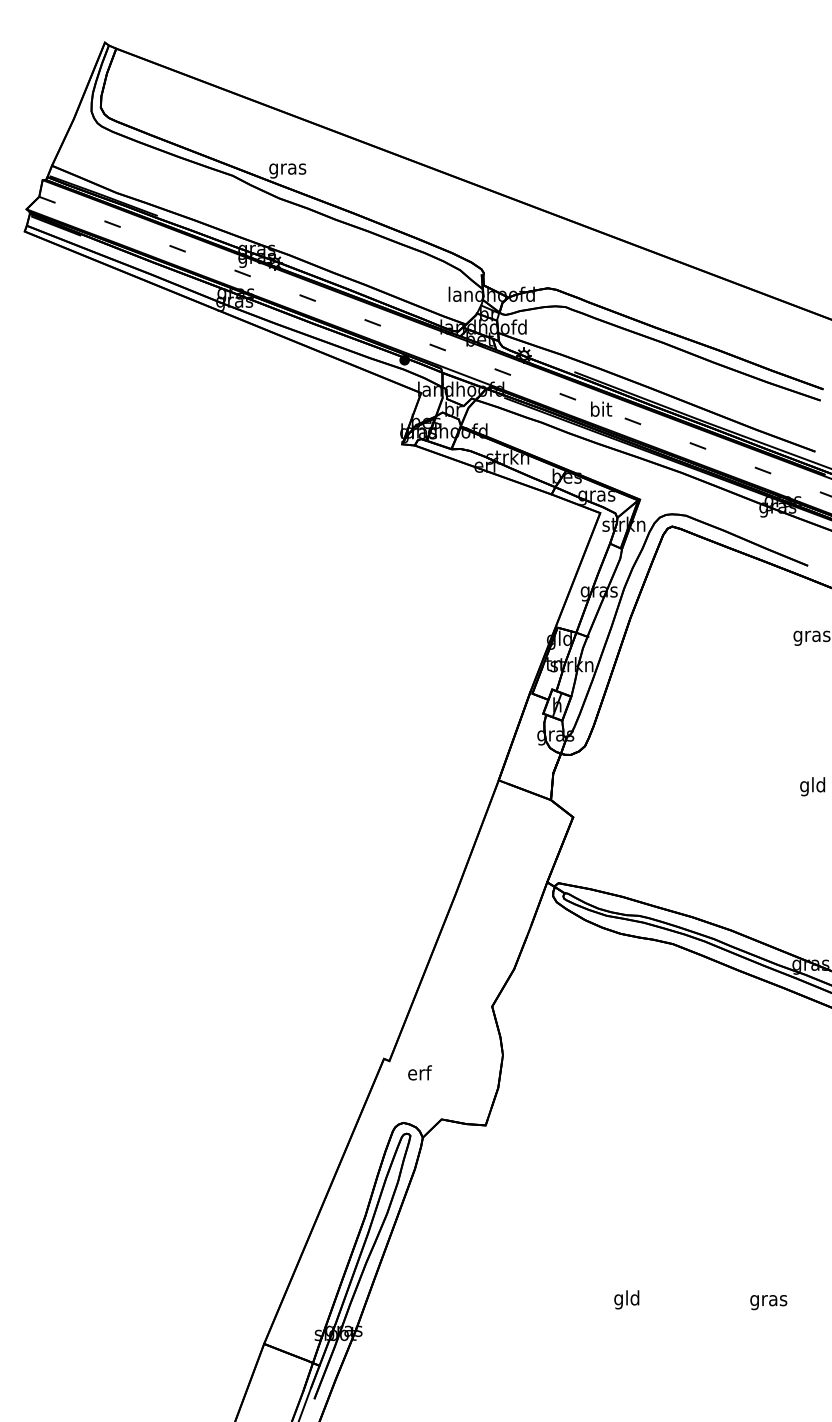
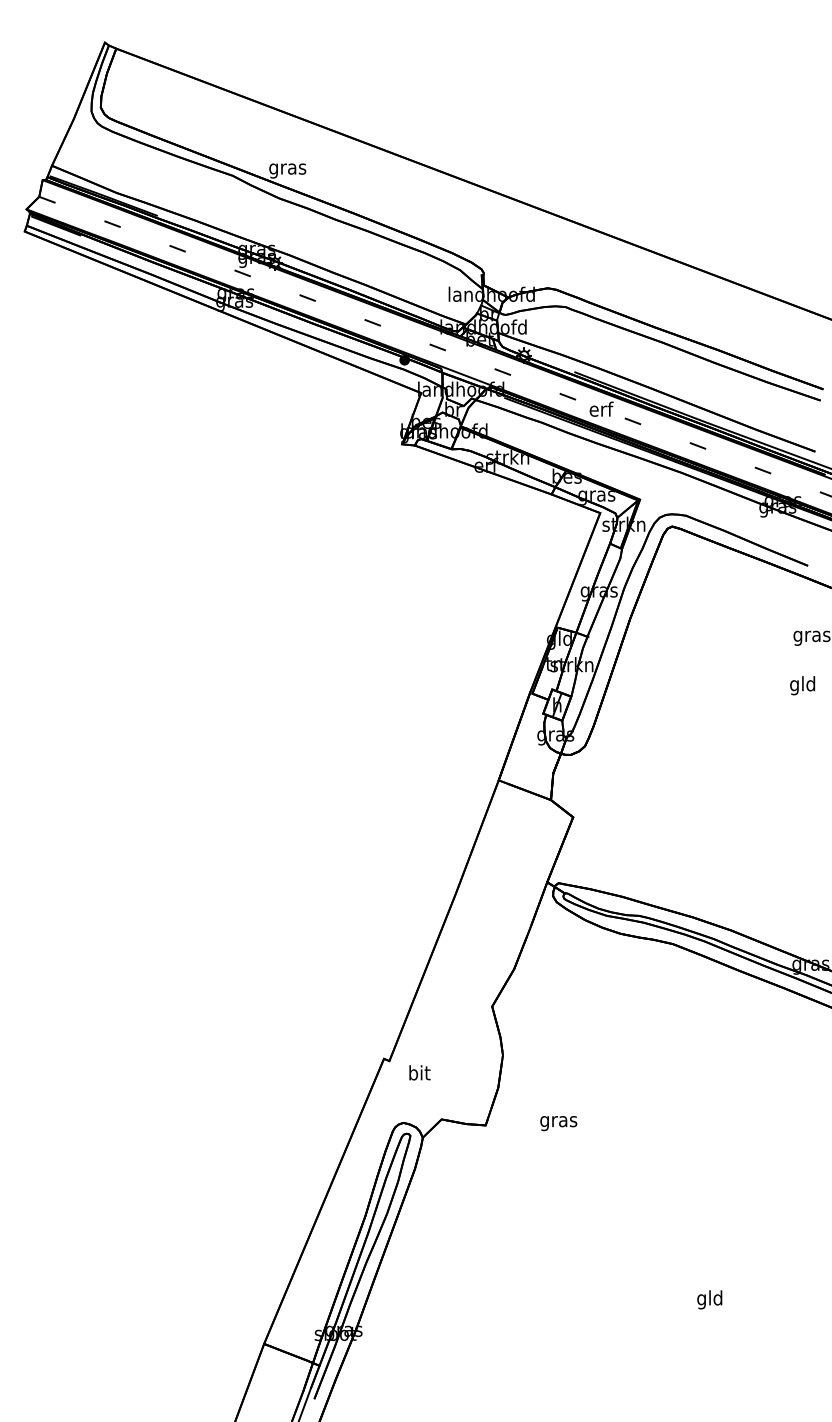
text at (601, 408): bit -> erf
text at (812, 786) position: (812, 786) -> (802, 685)
text at (419, 1072): erf -> bit
text at (626, 1299) position: (626, 1299) -> (709, 1299)
text at (768, 1302) position: (768, 1302) -> (558, 1123)
